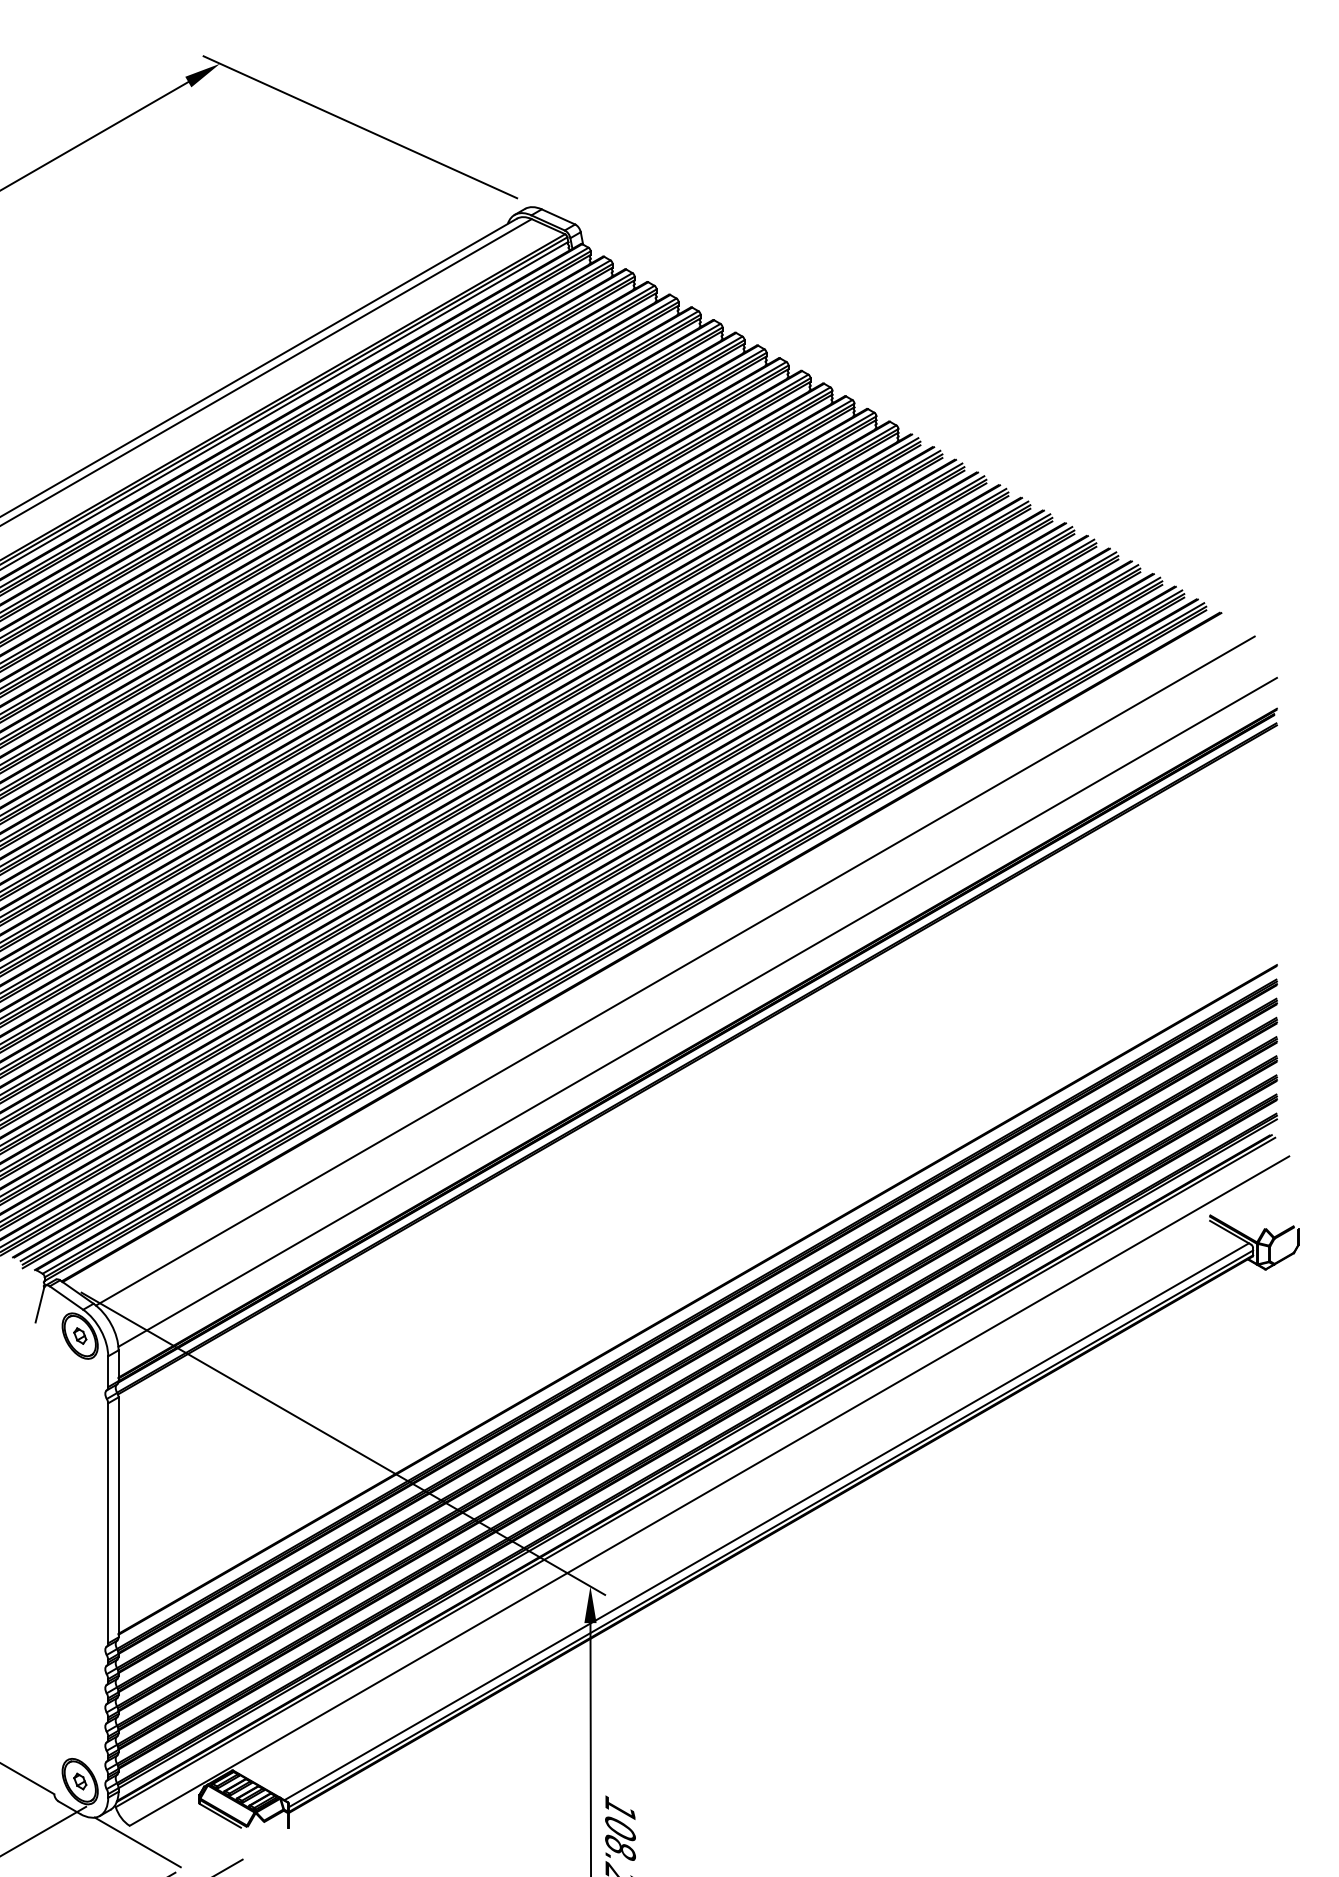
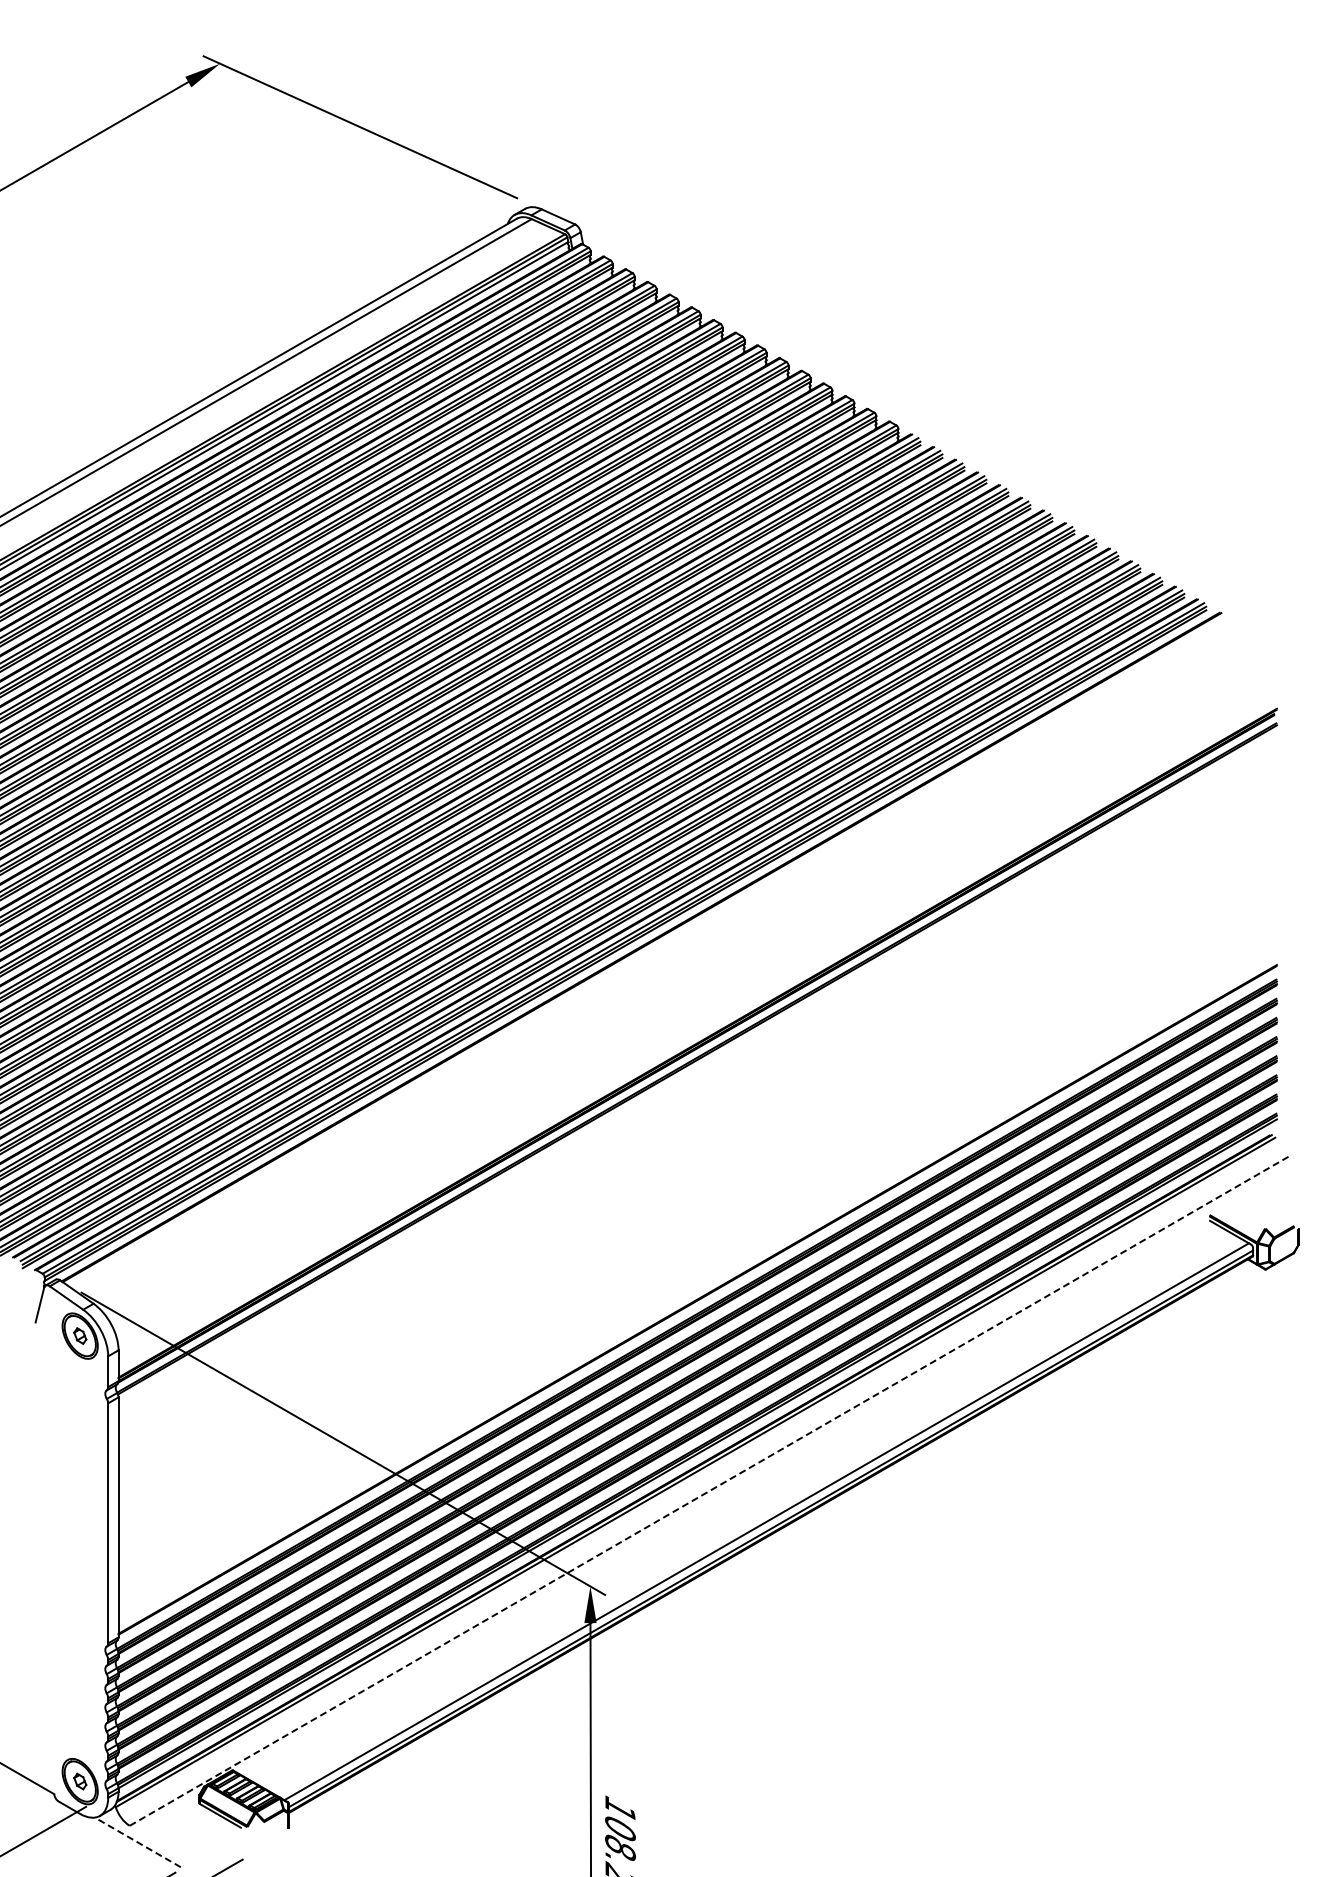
line at (674, 970): present -> none
line at (697, 1011): present -> none
line at (709, 1490): solid -> dashed
line at (137, 1842): solid -> dashed
